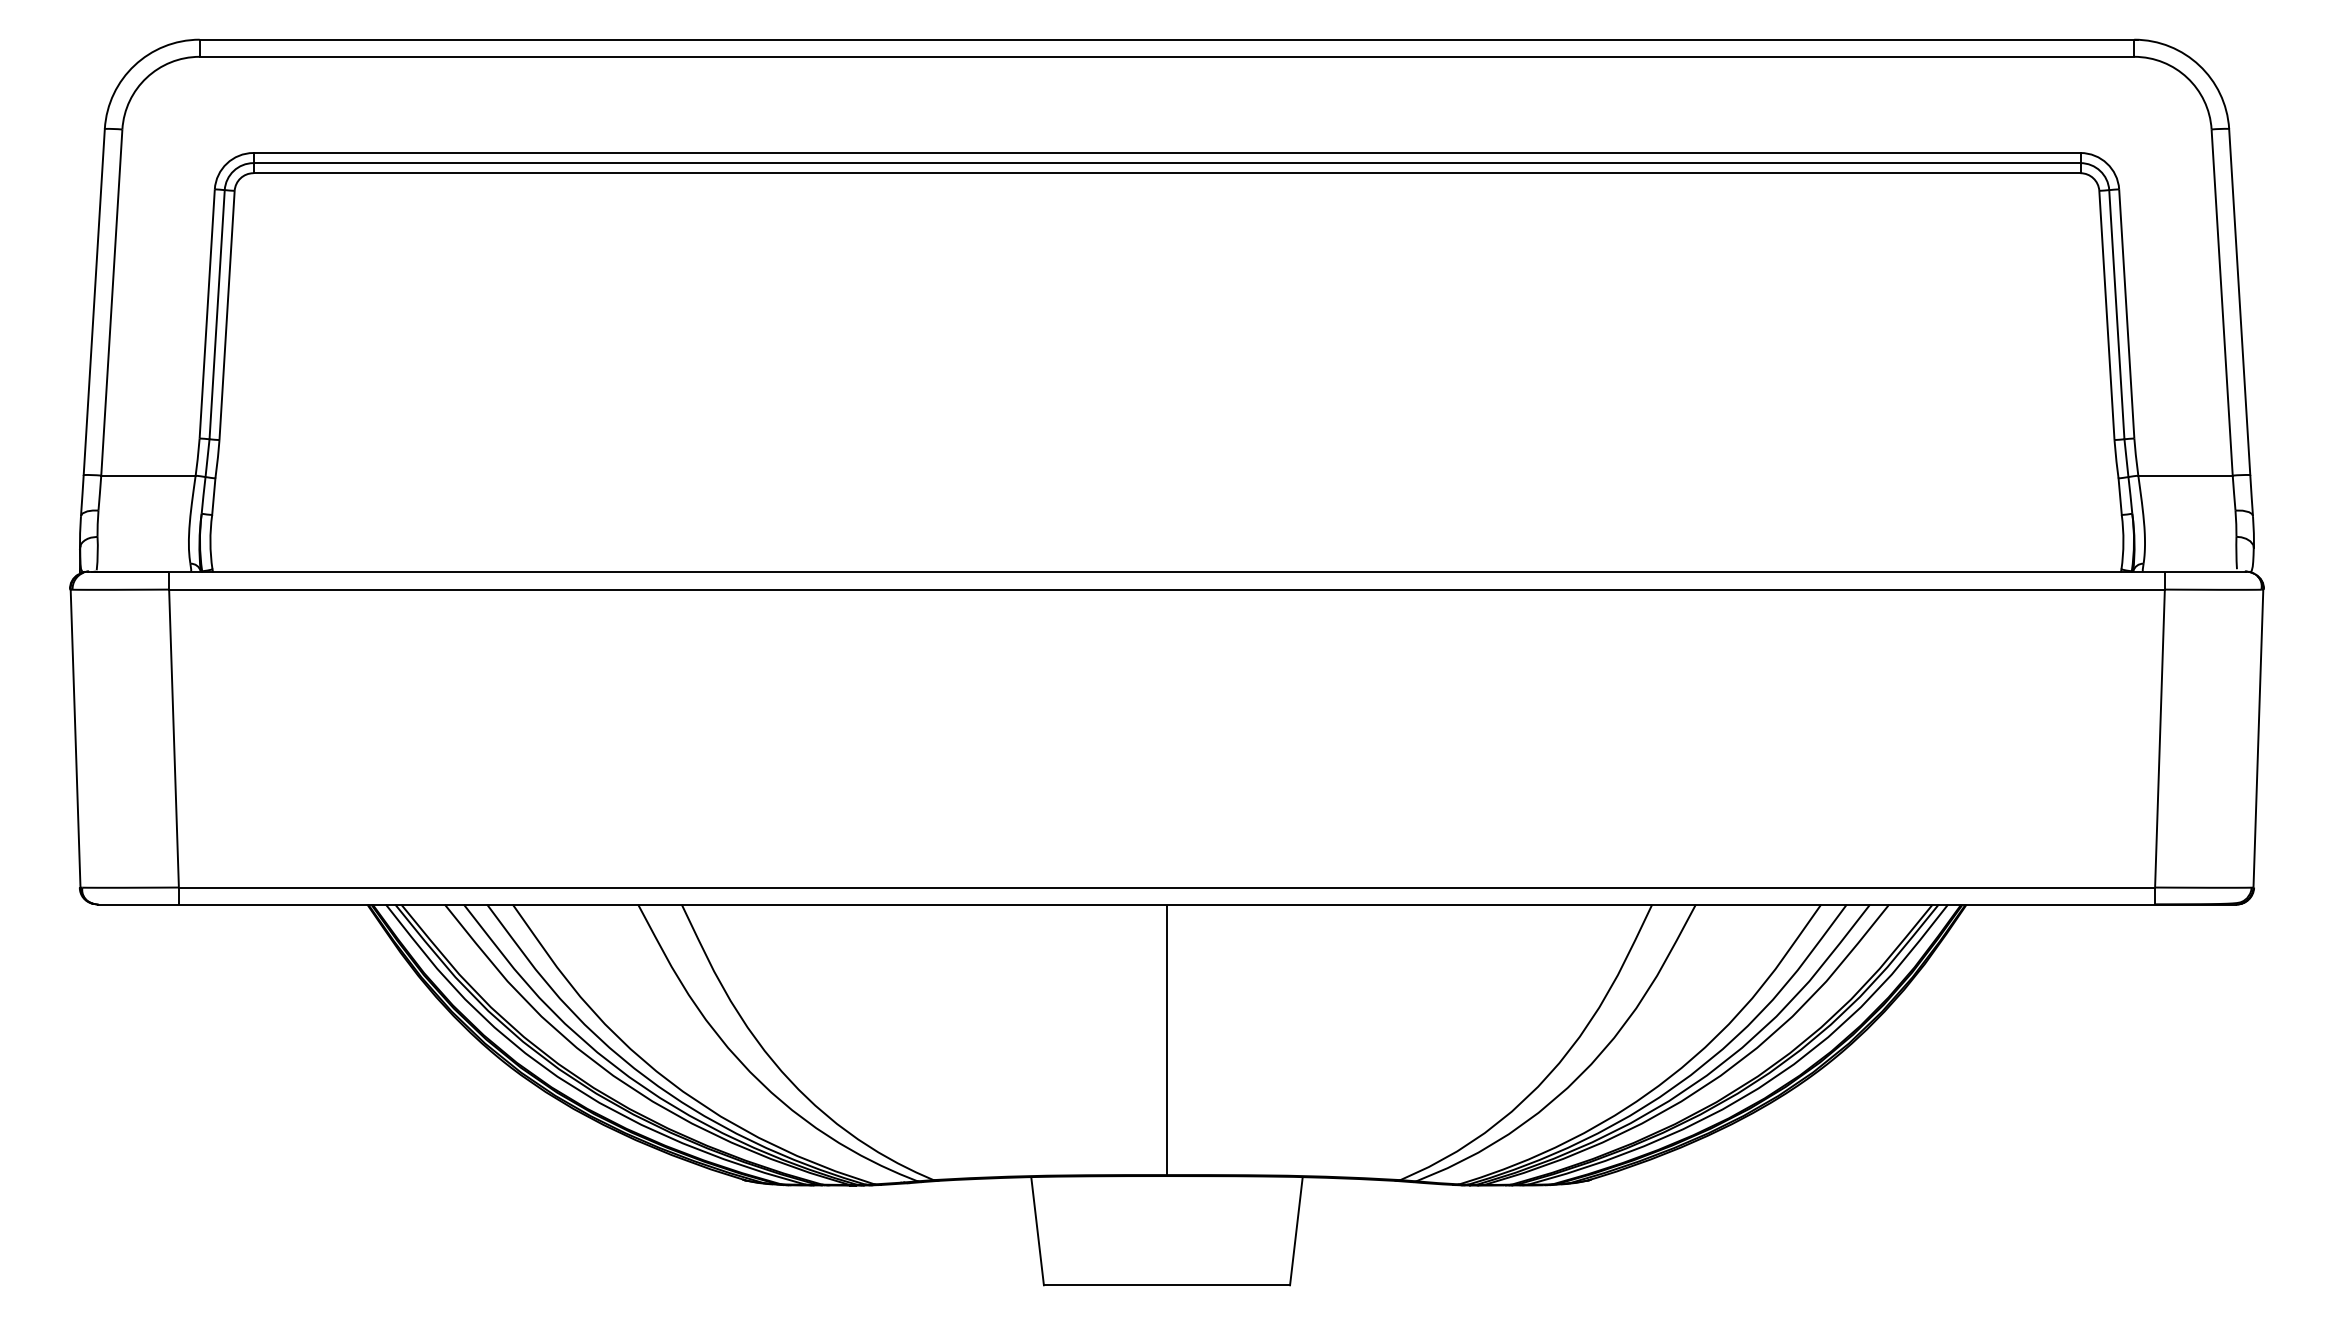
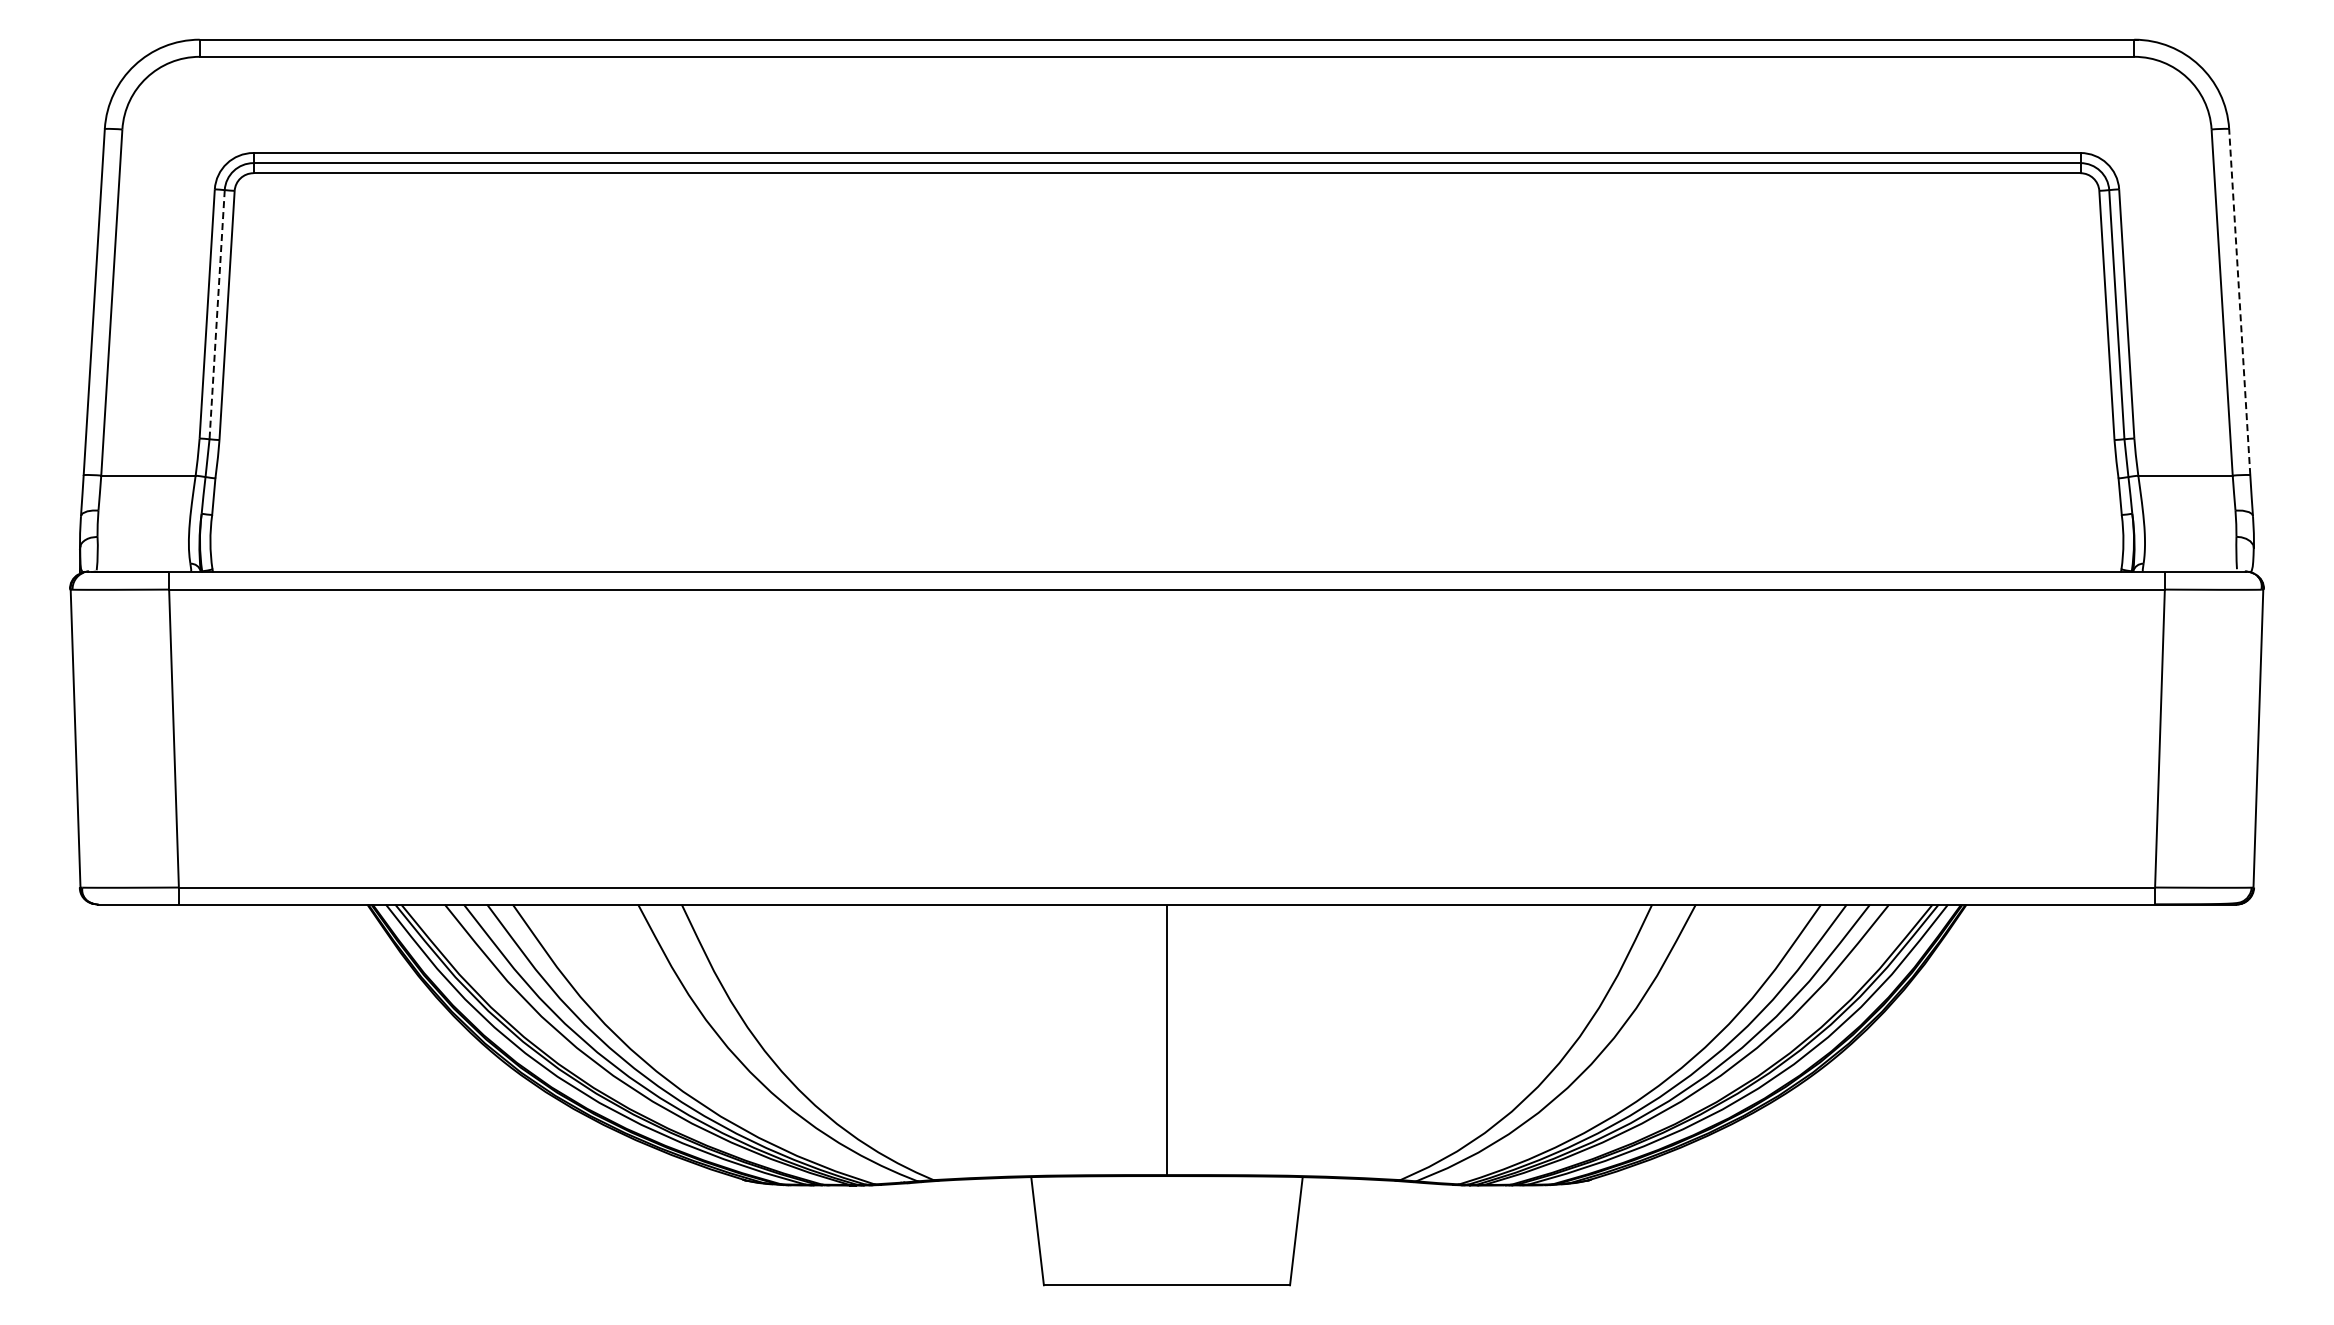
line at (2239, 301): solid -> dashed
line at (217, 315): solid -> dashed
